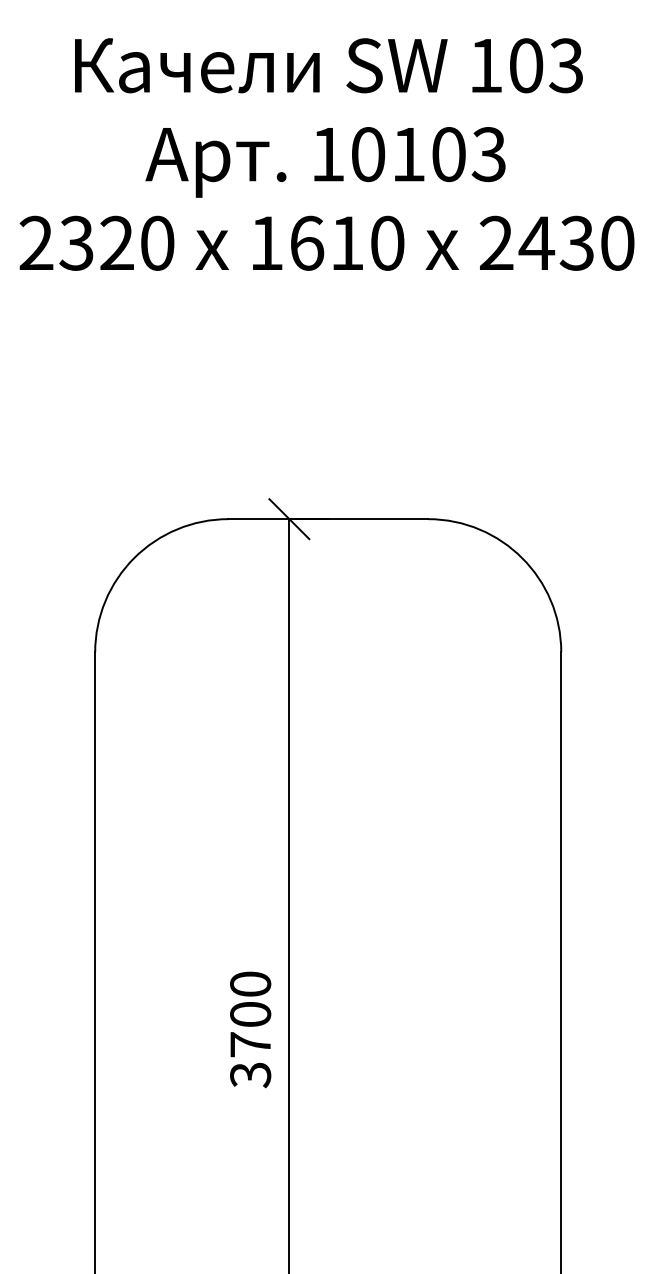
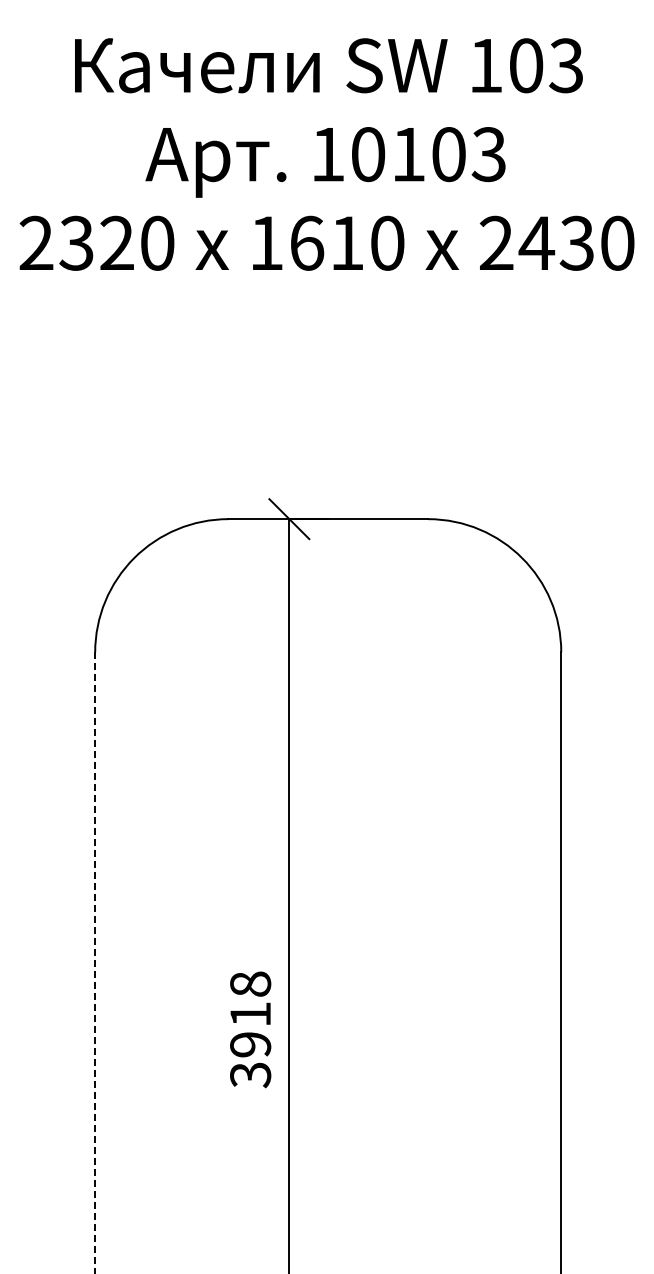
line at (95, 963): solid -> dashed
text at (250, 1014): 3700 -> 3918
